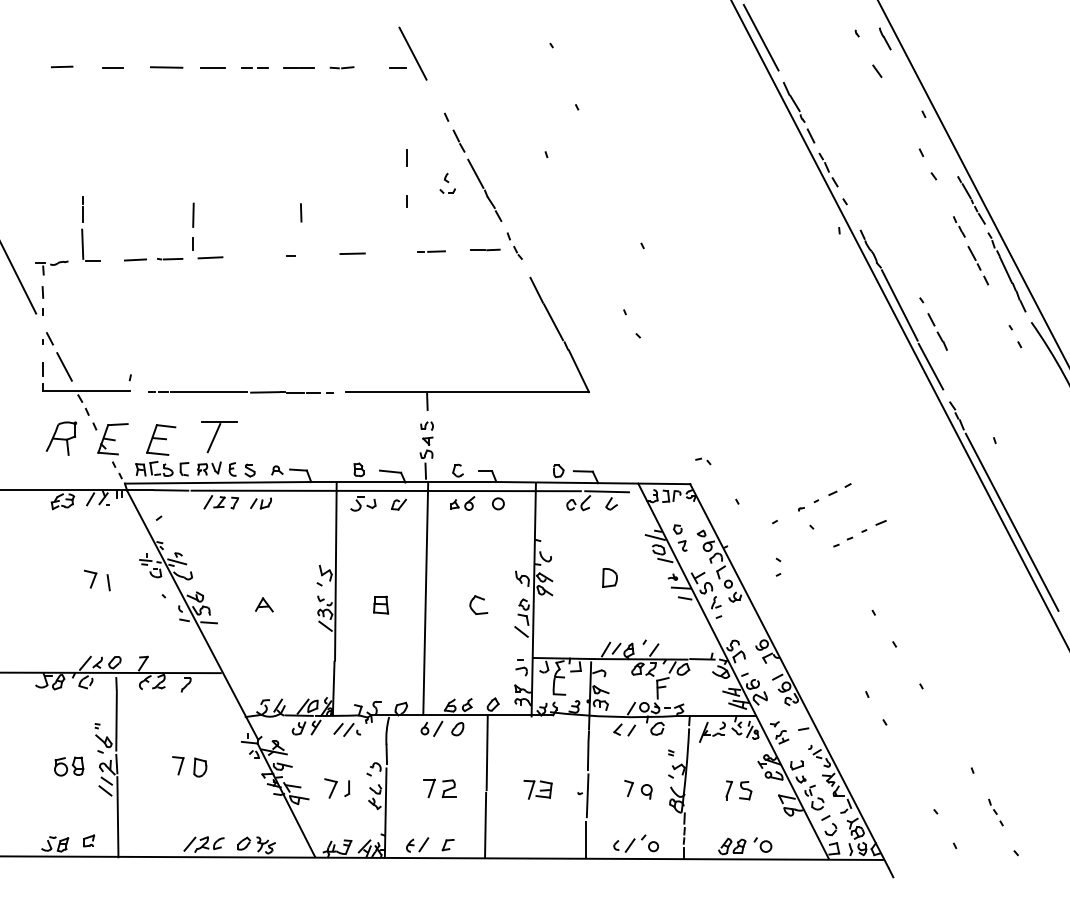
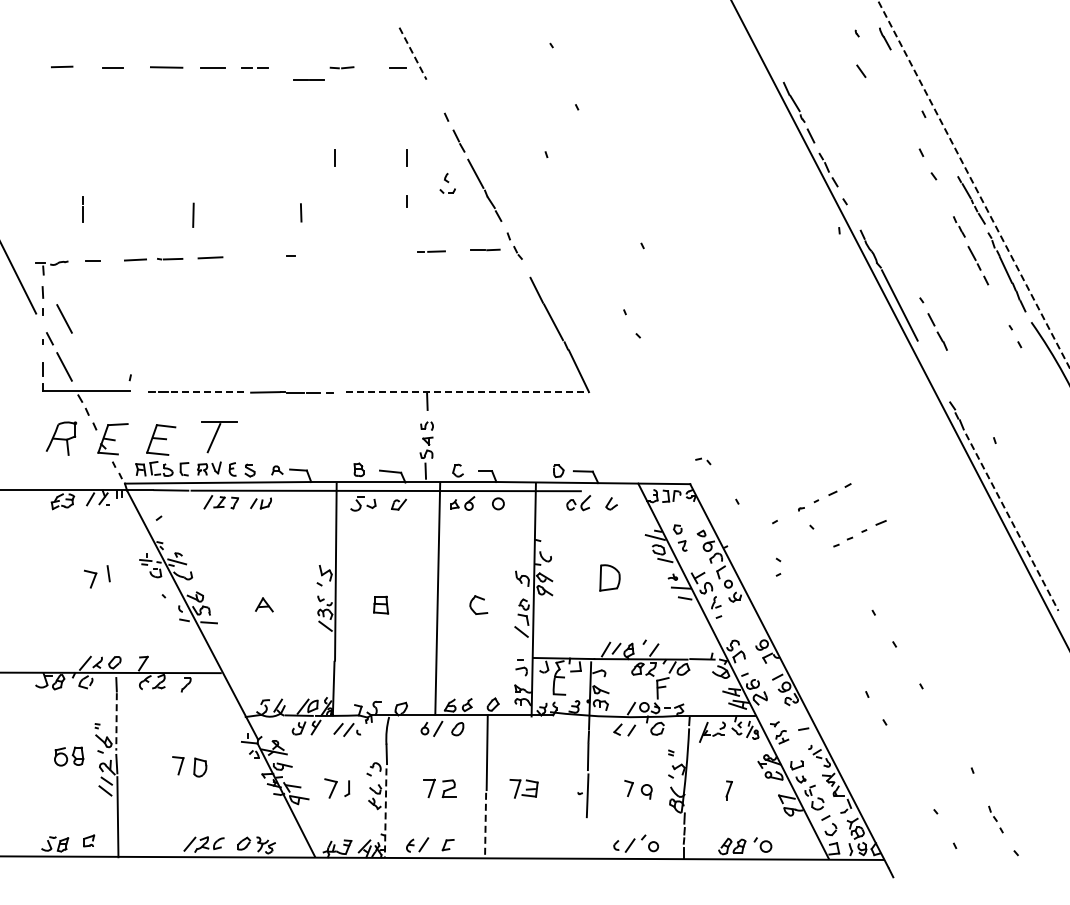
line at (760, 37): present -> none
line at (413, 54): solid -> dashed
line at (298, 67) position: (298, 67) -> (308, 79)
line at (877, 70) position: (877, 70) -> (861, 70)
line at (334, 157): none -> present
line at (974, 184): solid -> dashed
line at (82, 243): present -> none
line at (192, 243): present -> none
line at (352, 253): present -> none
line at (64, 318): none -> present
line at (930, 366): present -> none
line at (208, 392): solid -> dashed
line at (467, 392): solid -> dashed
line at (607, 491): present -> none
line at (1012, 522): solid -> dashed
part at (609, 577) size: 16x20 px -> 22x28 px
line at (108, 582) position: (108, 582) -> (108, 573)
line at (425, 598) position: (425, 598) -> (437, 598)
line at (116, 721): solid -> dashed
part at (69, 766) position: (69, 766) -> (69, 756)
part at (537, 789) position: (537, 789) -> (523, 788)
part at (745, 790): present -> none
part at (995, 812) position: (995, 812) -> (995, 819)
line at (385, 813): solid -> dashed
line at (485, 825): solid -> dashed
line at (586, 839): present -> none
